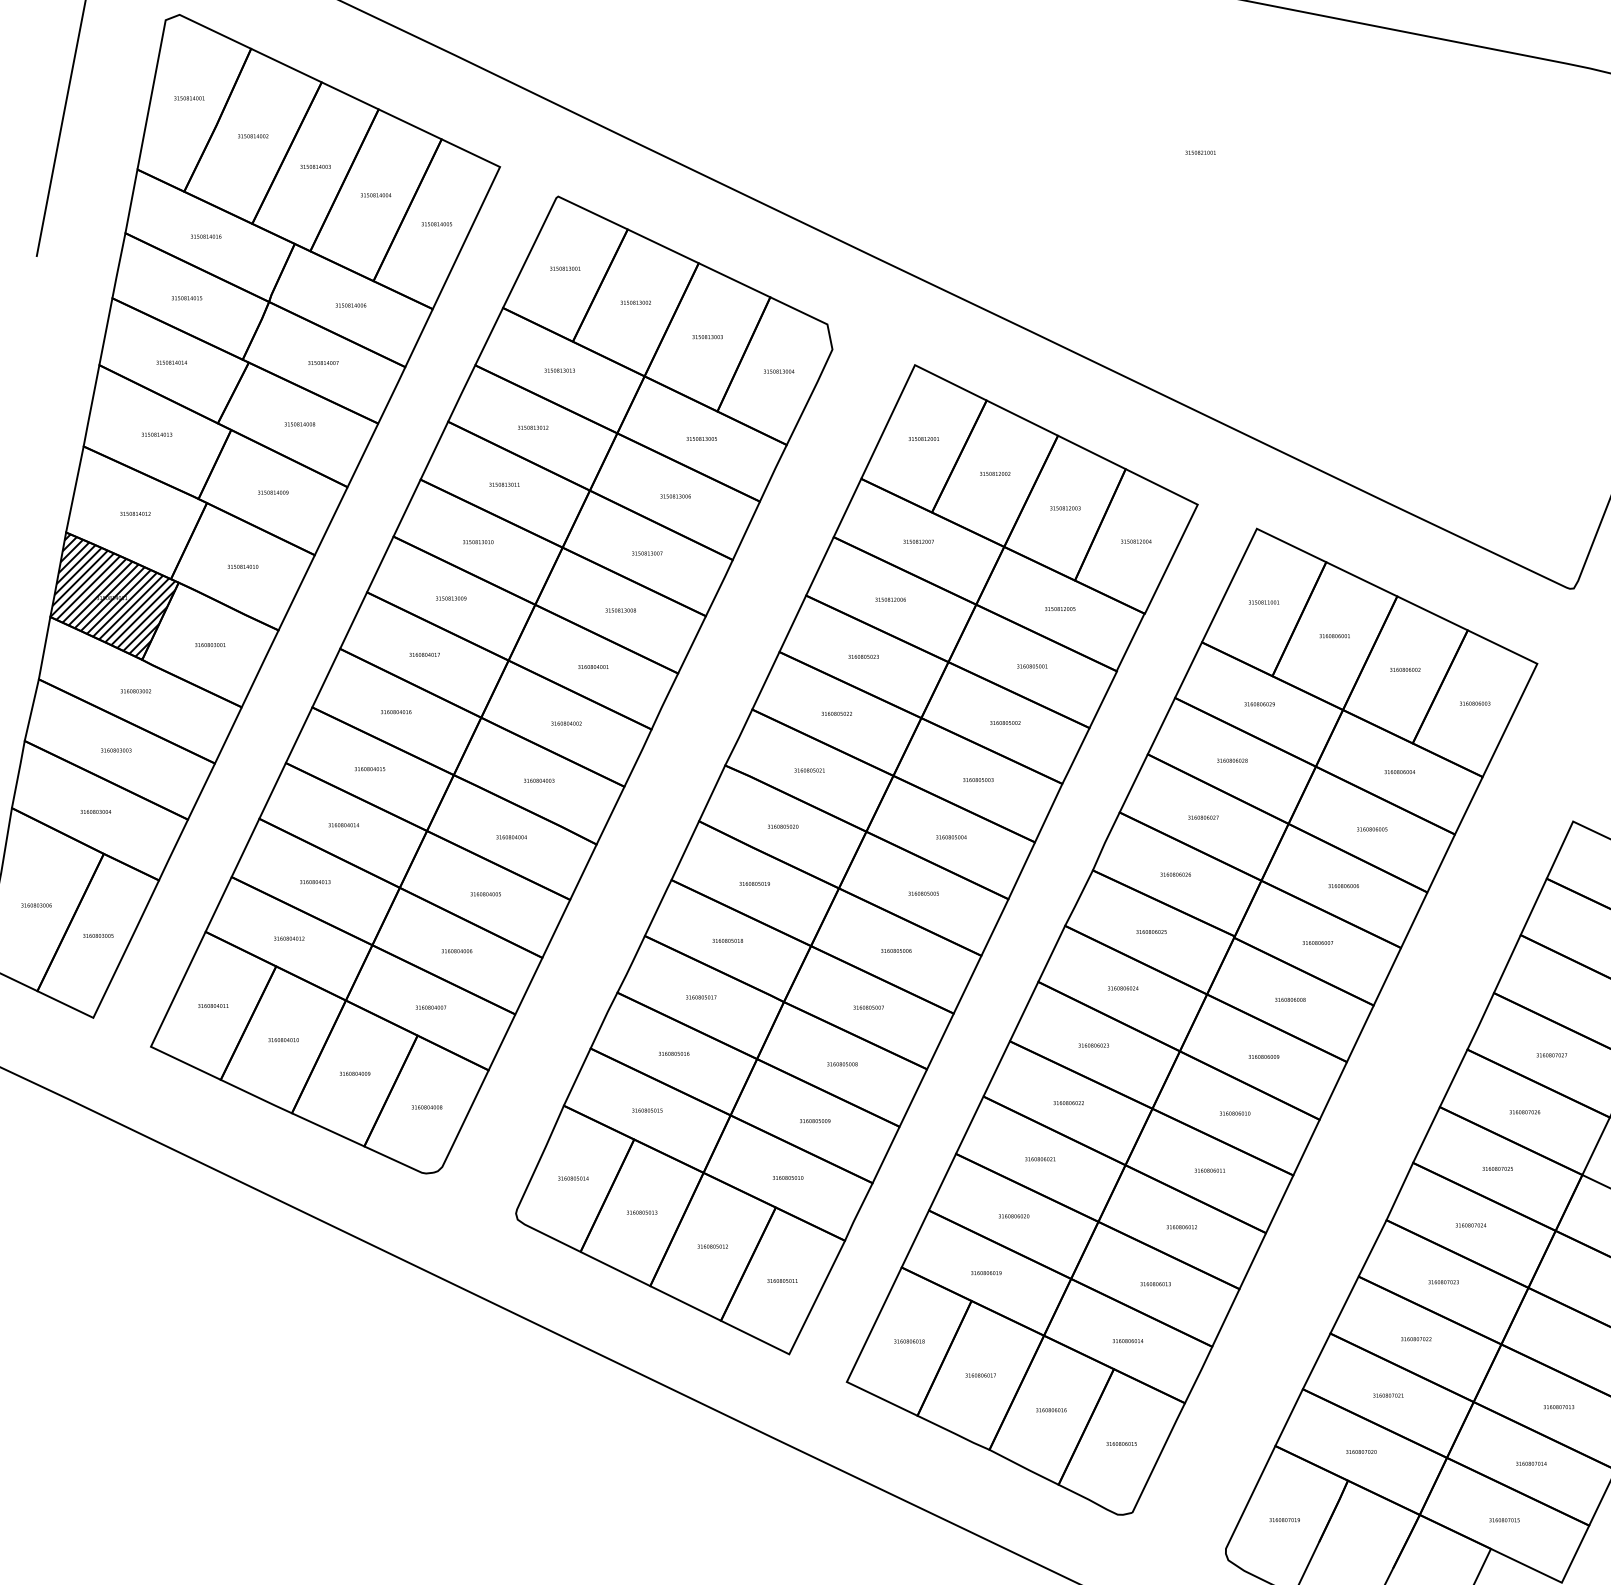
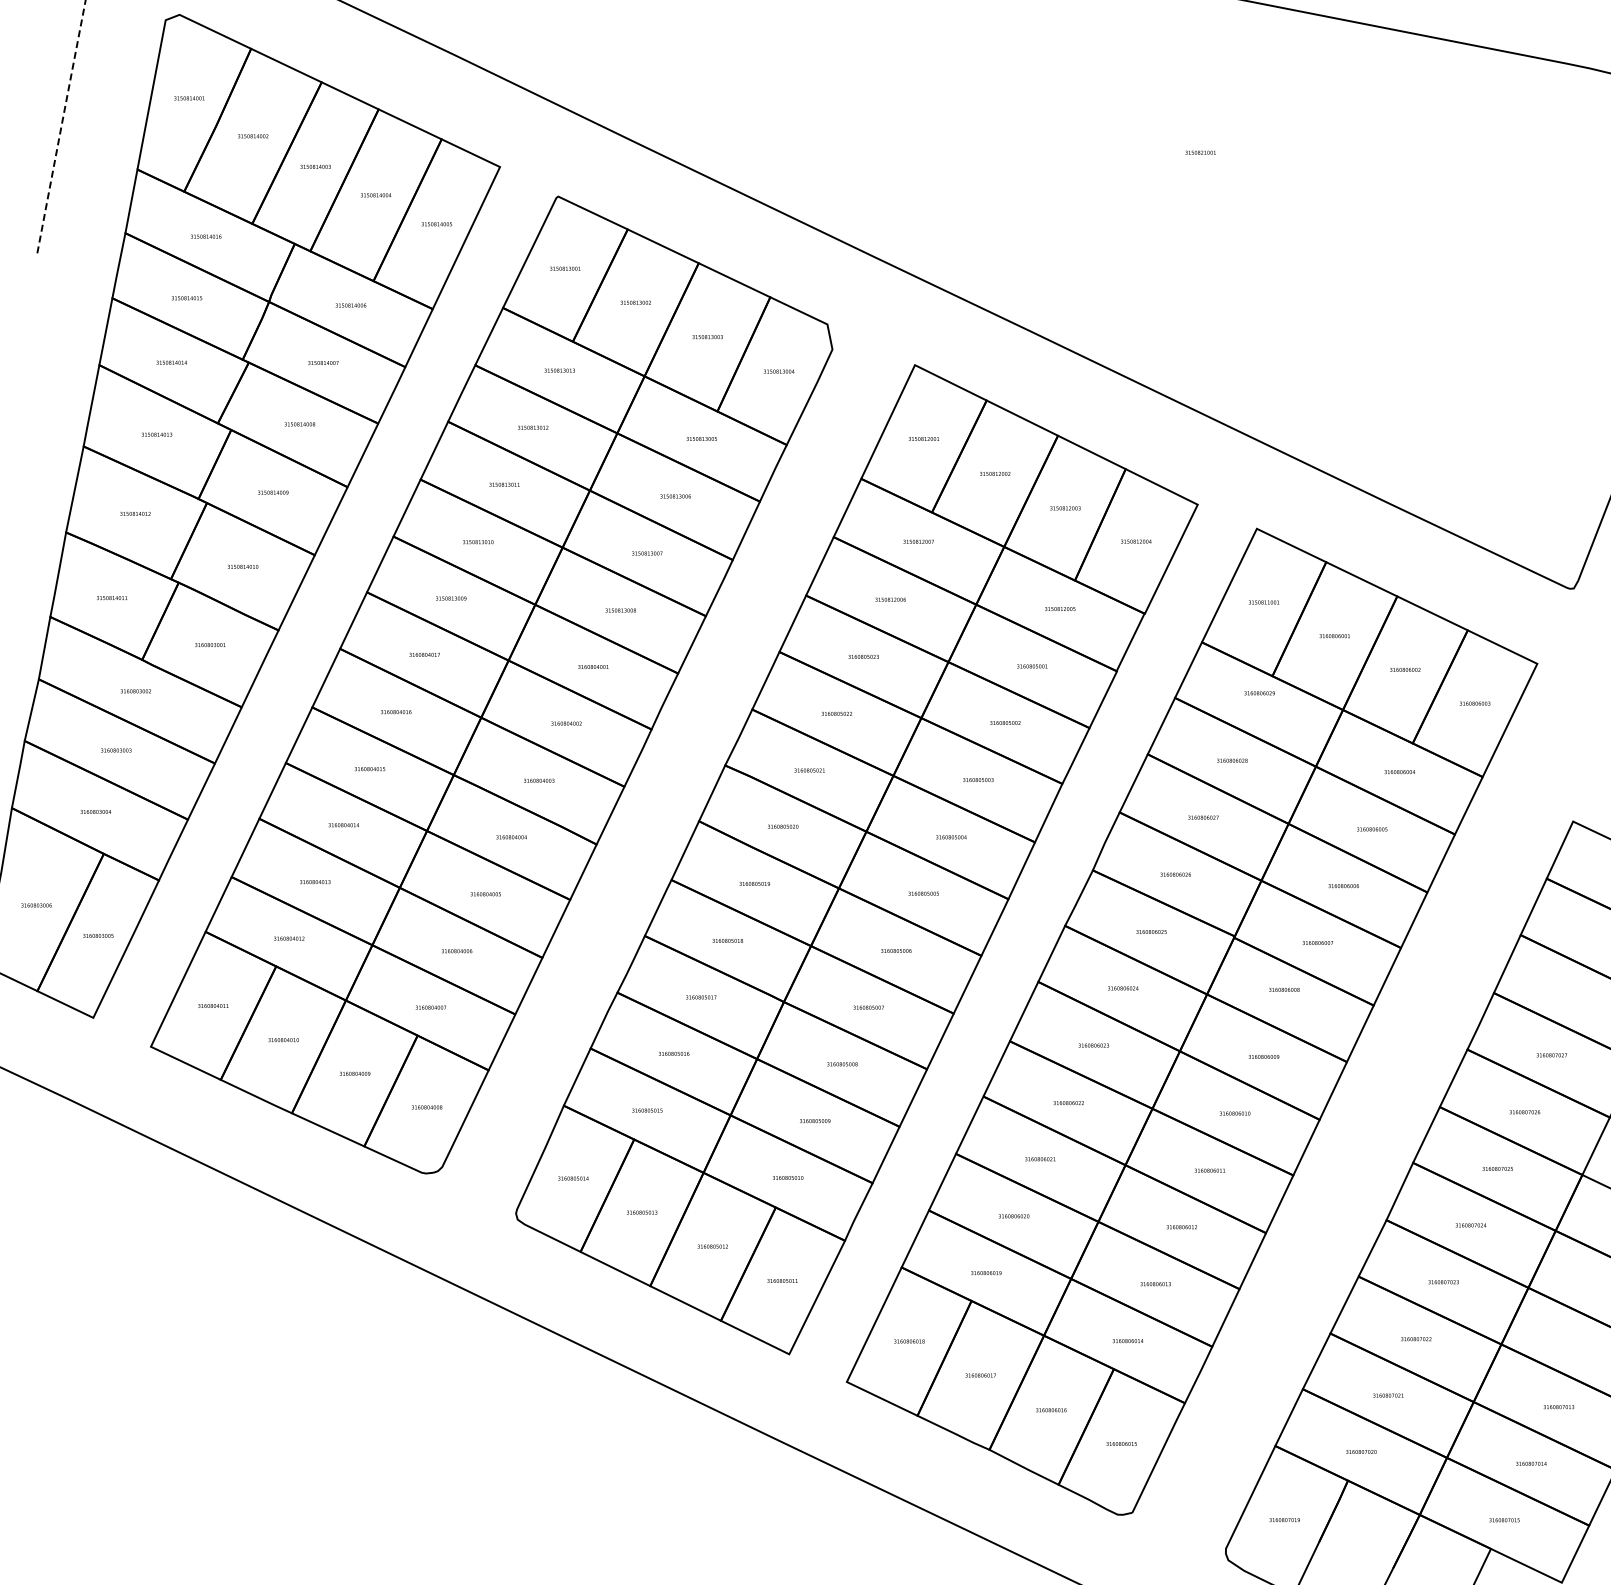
line at (61, 128): solid -> dashed
hatch at (112, 596): present -> none
text at (1259, 704) position: (1259, 704) -> (1259, 693)
text at (1290, 999) position: (1290, 999) -> (1284, 989)
